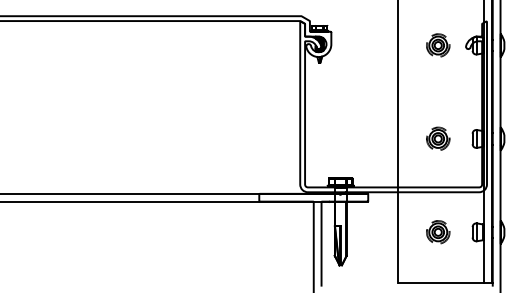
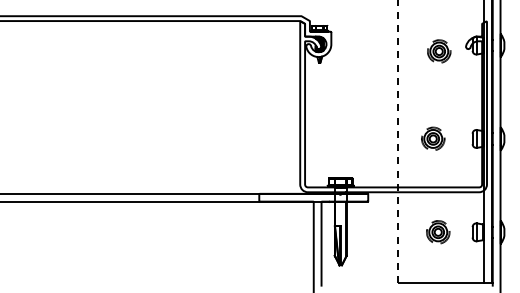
part at (438, 45) position: (438, 45) -> (439, 51)
part at (438, 138) position: (438, 138) -> (433, 138)
line at (398, 141): solid -> dashed
